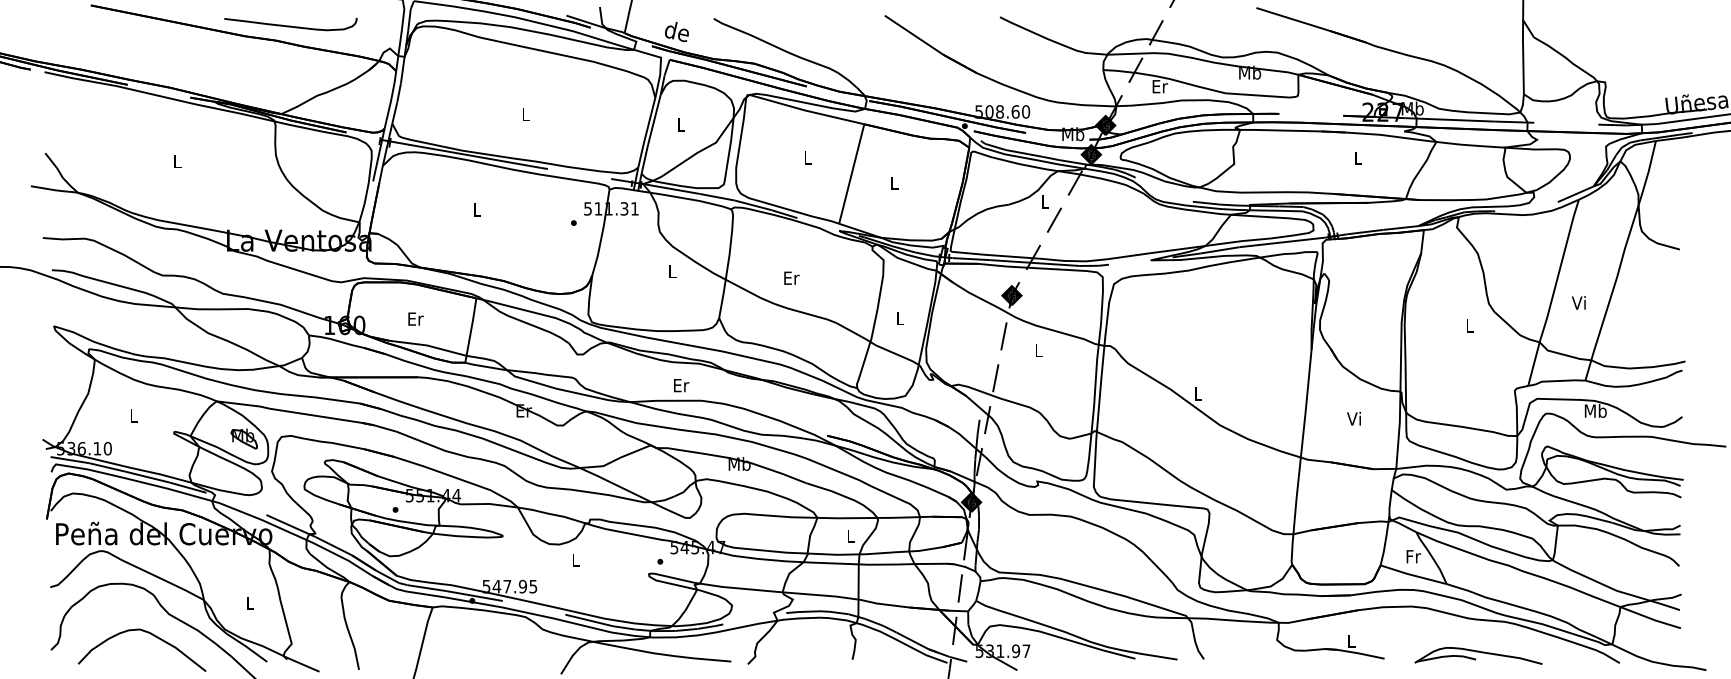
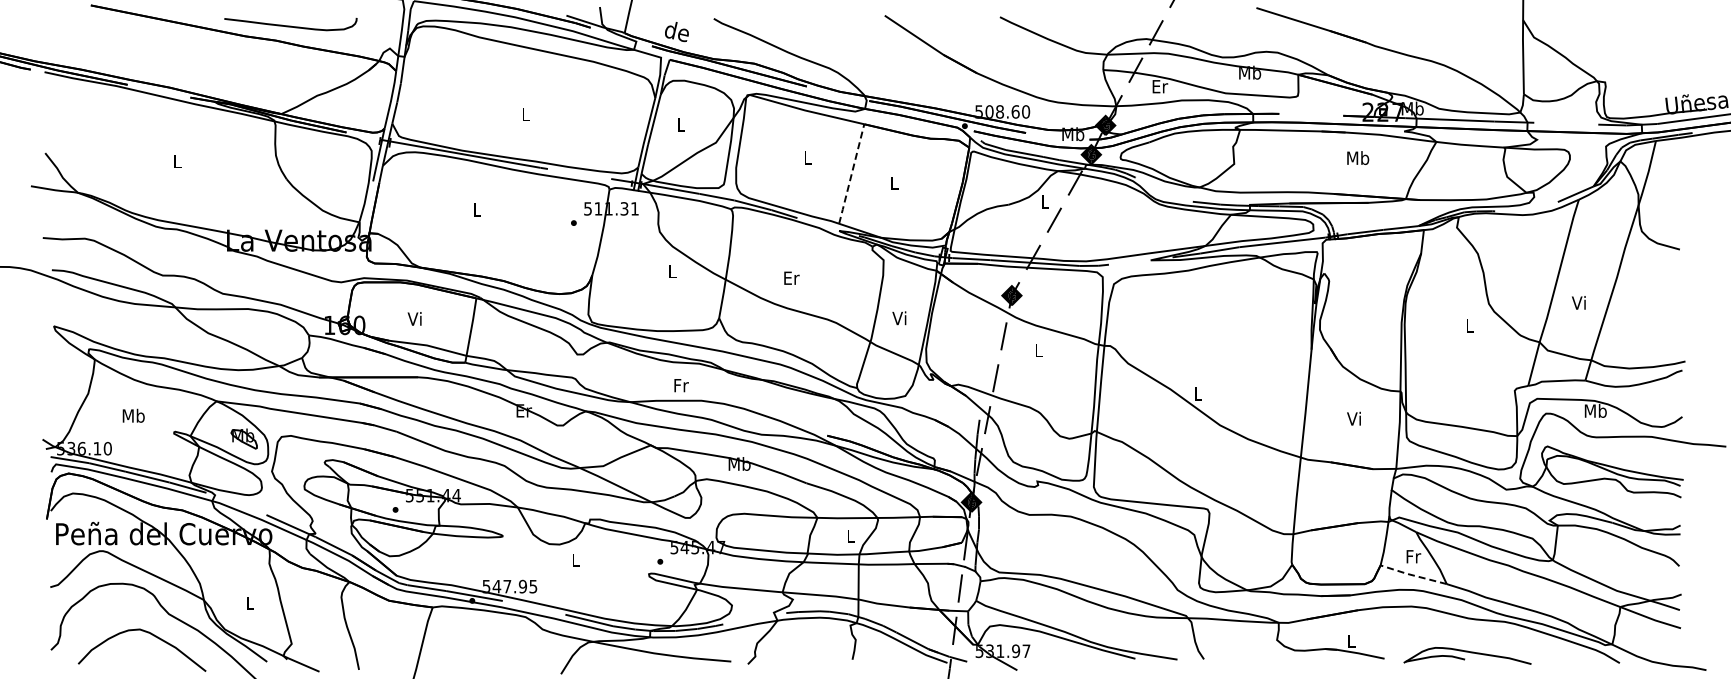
text at (1358, 158): L -> Mb
line at (851, 174): solid -> dashed
text at (415, 318): Er -> Vi
text at (899, 318): L -> Vi
text at (681, 385): Er -> Fr
text at (133, 415): L -> Mb
line at (1412, 575): solid -> dashed
part at (1478, 655) position: (1478, 655) -> (1467, 655)
